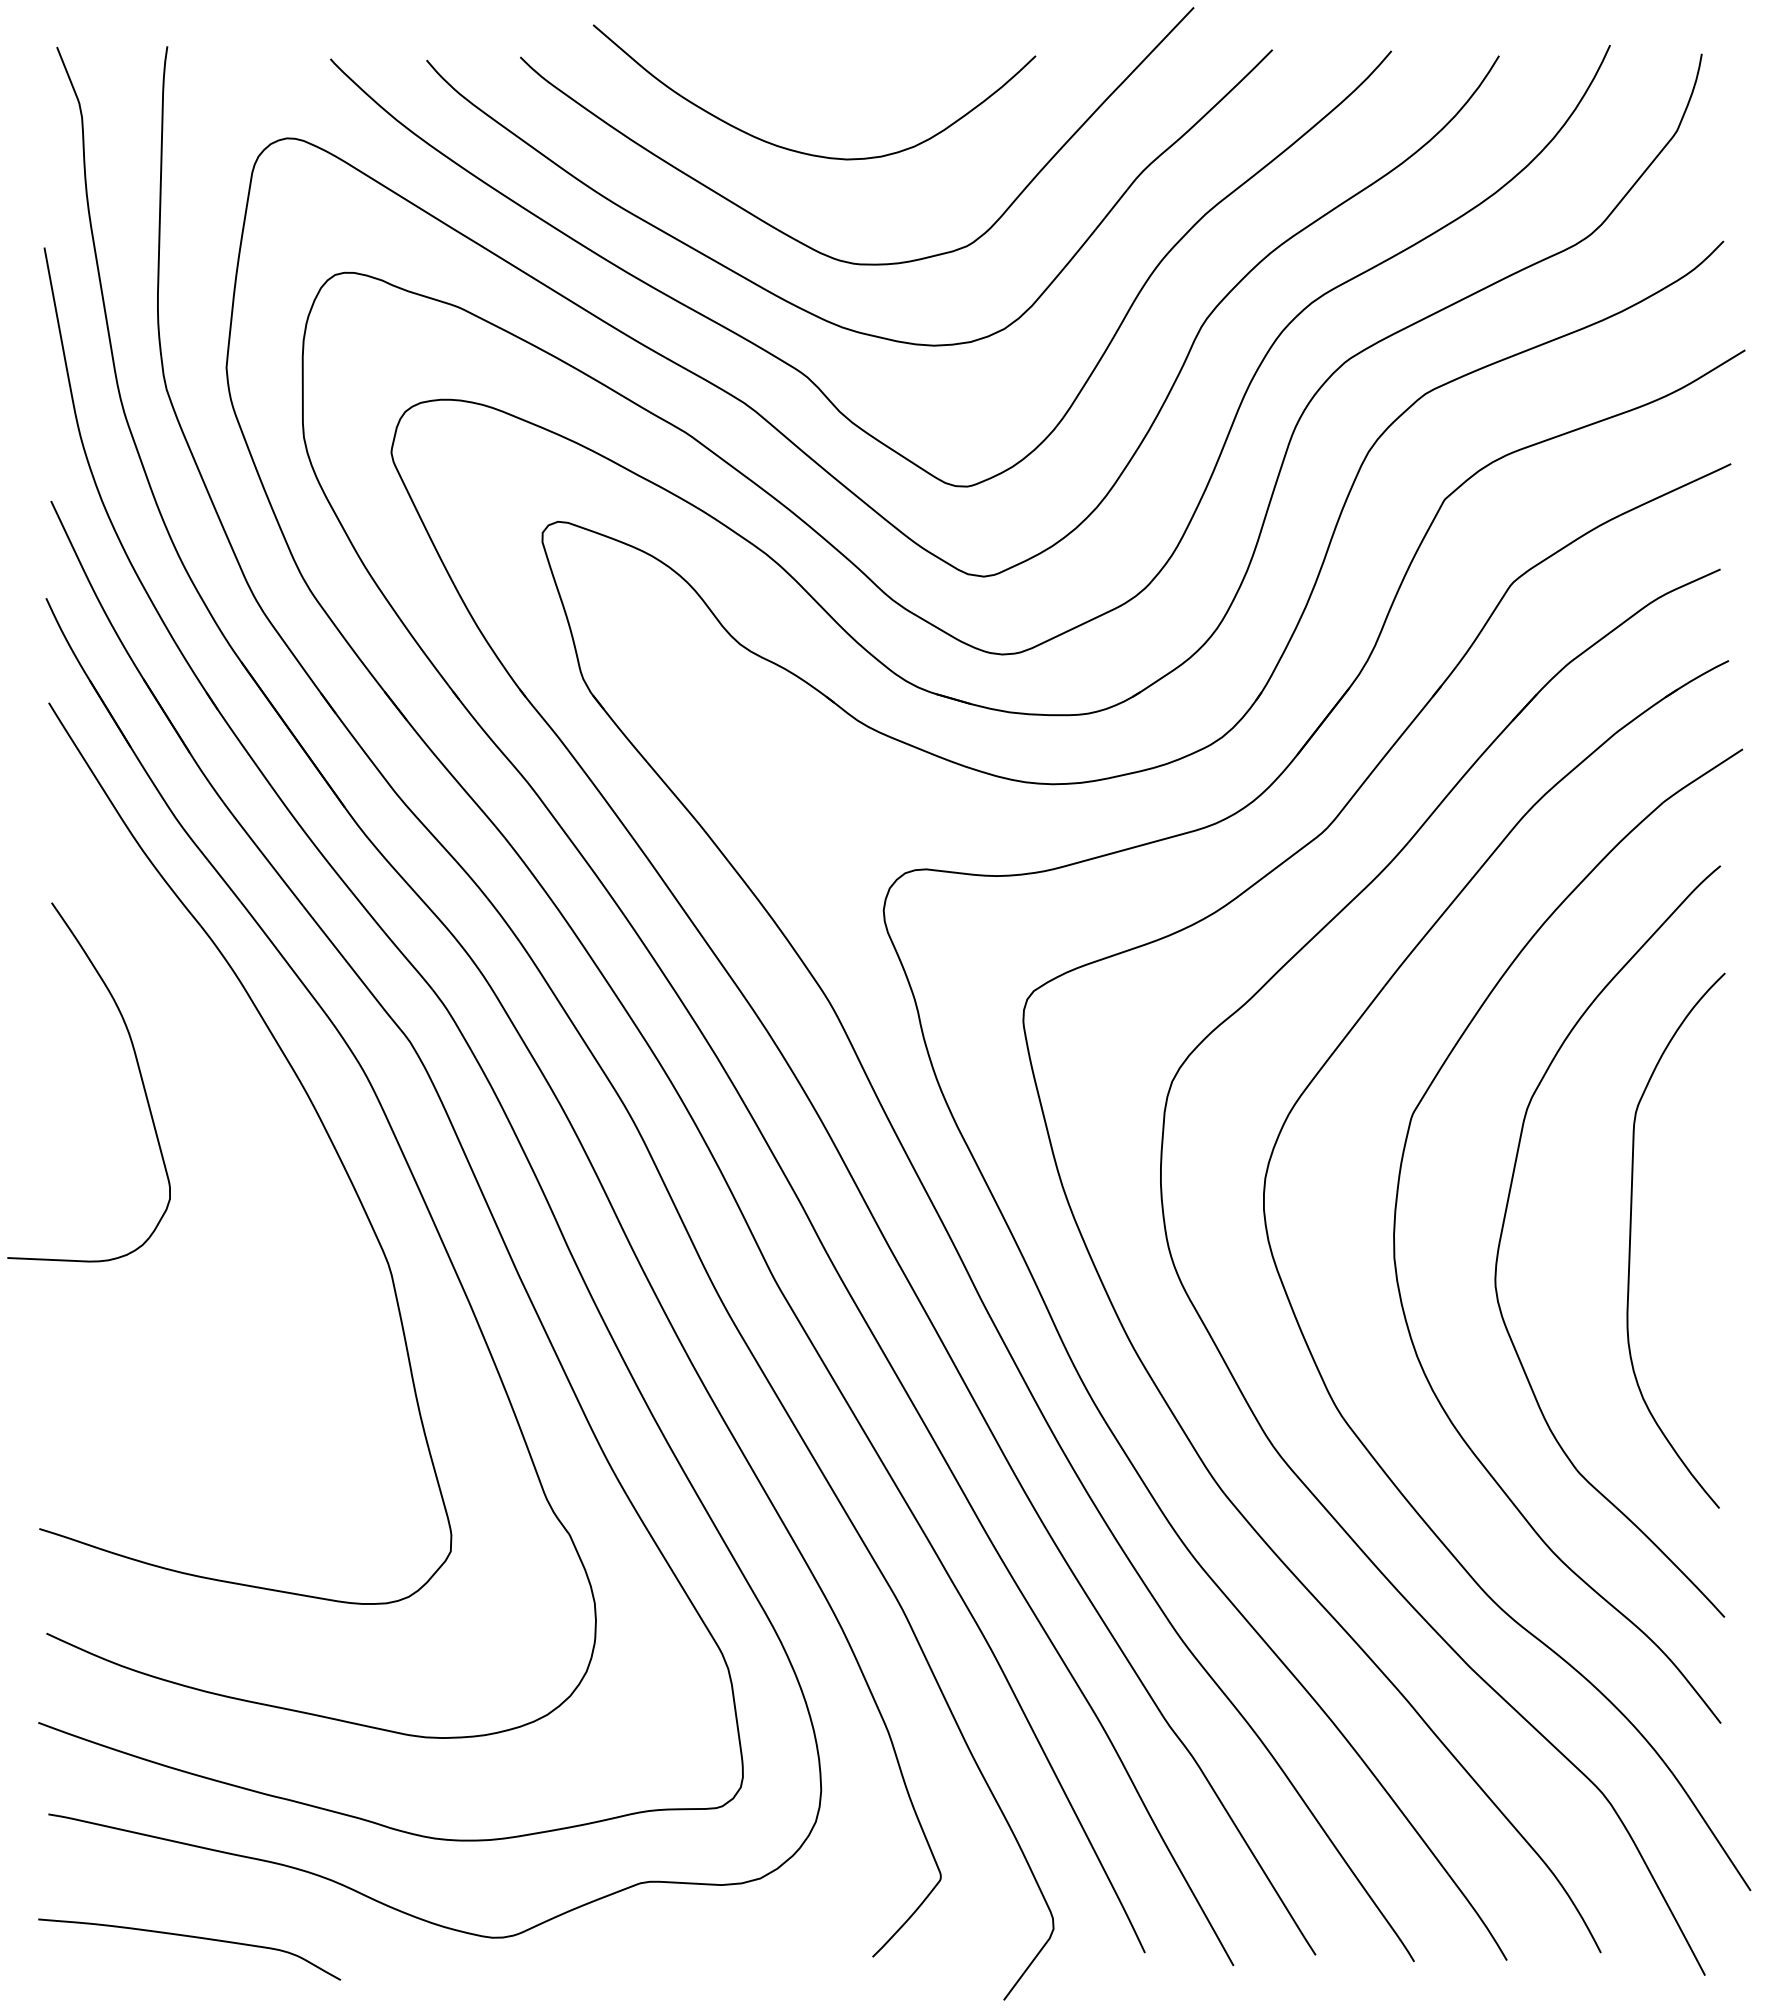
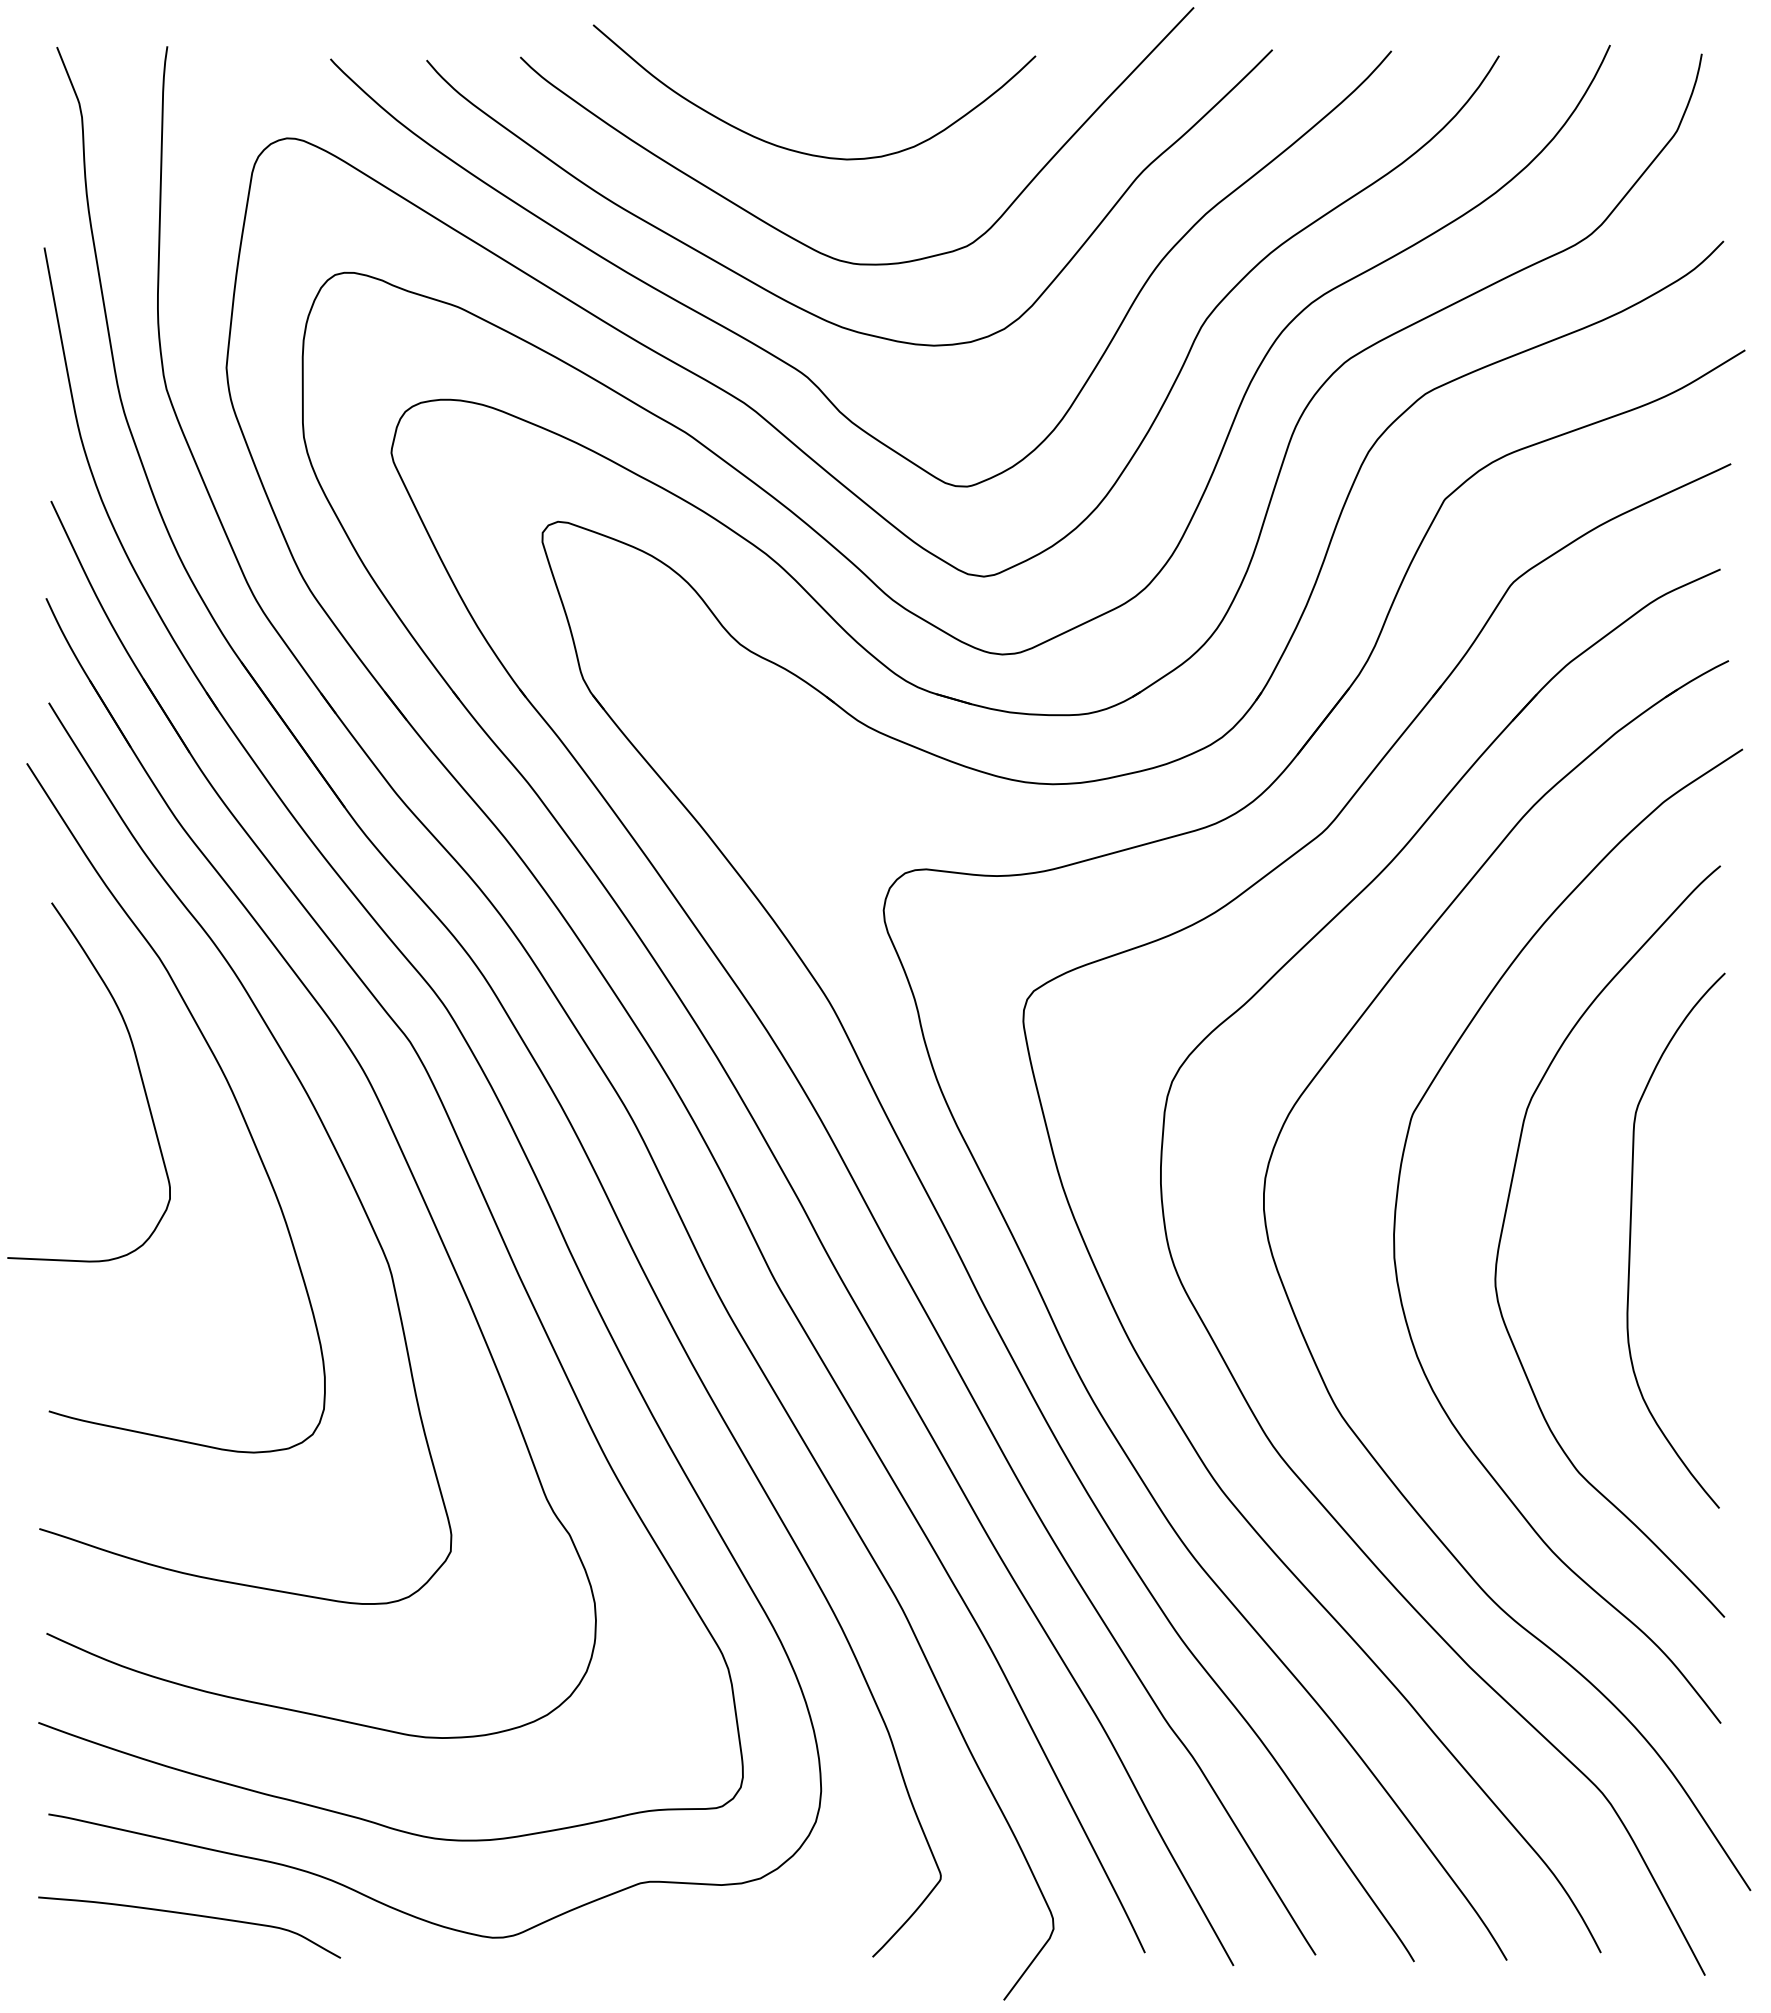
curve at (227, 1084): none -> present
curve at (189, 1937) position: (189, 1937) -> (189, 1915)
